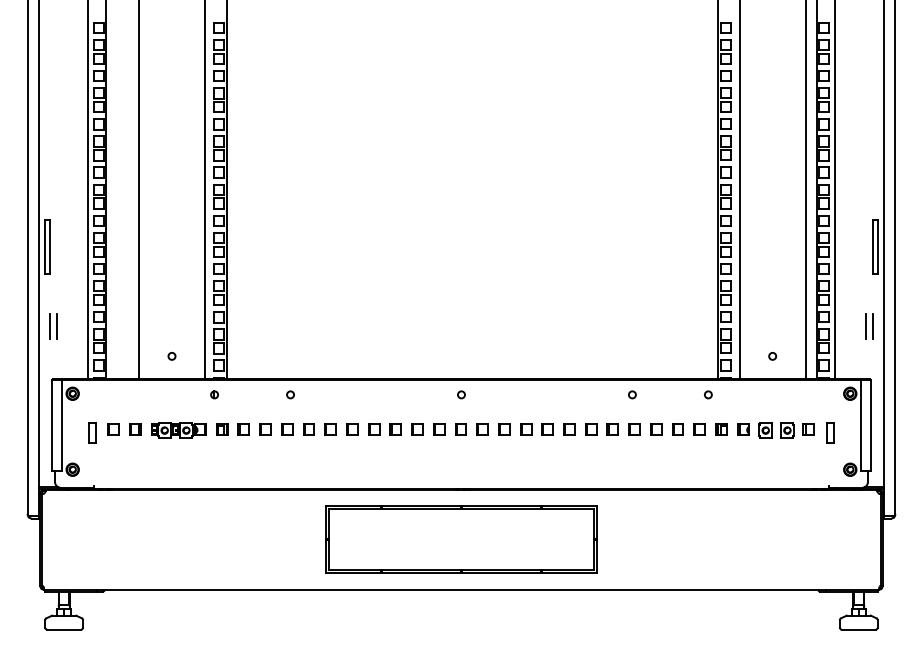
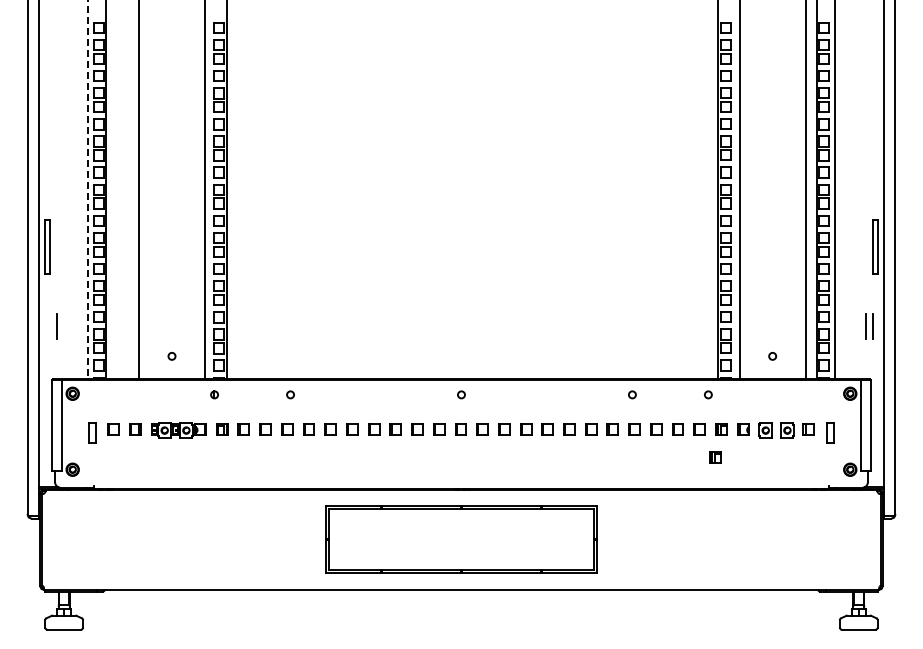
line at (88, 189): solid -> dashed
line at (50, 326): present -> none
part at (715, 457): none -> present
